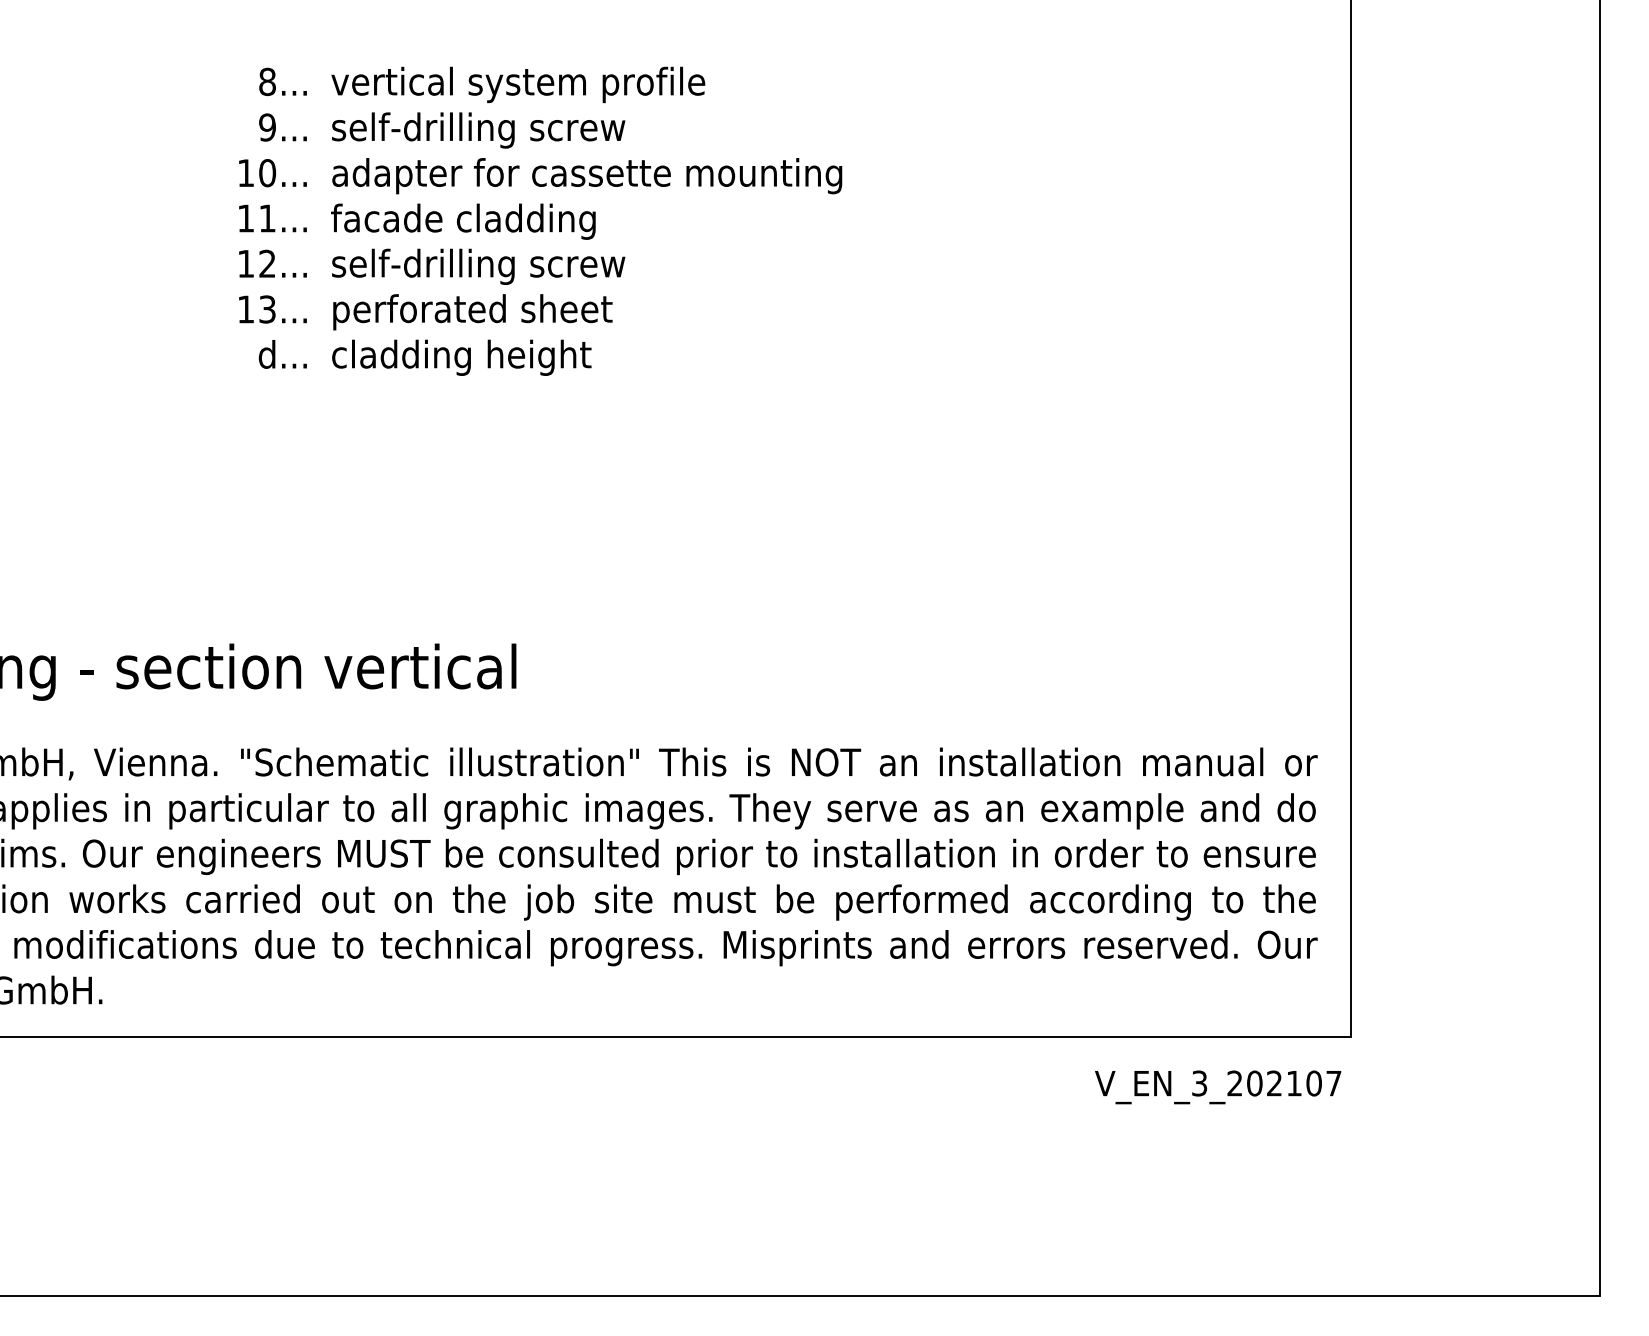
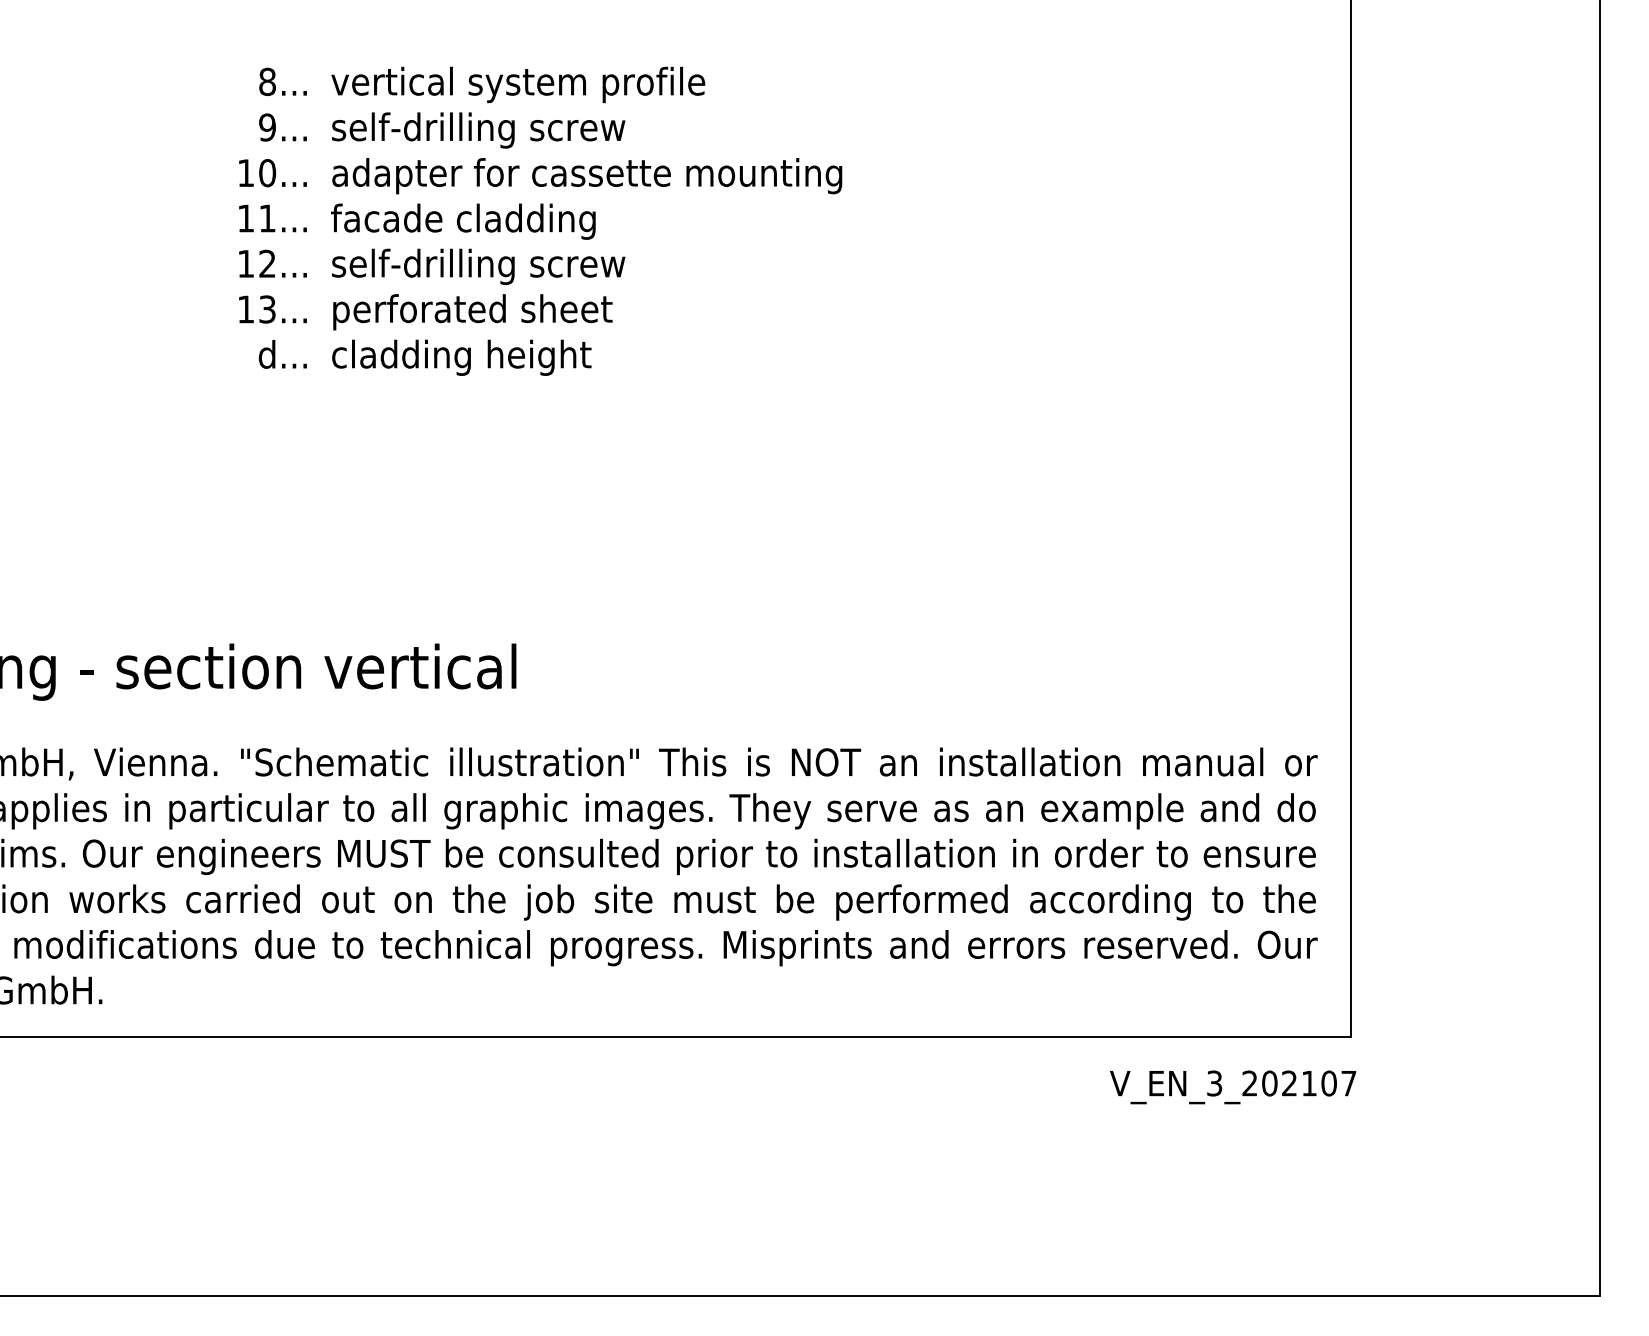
text at (1218, 1087) position: (1218, 1087) -> (1233, 1087)
